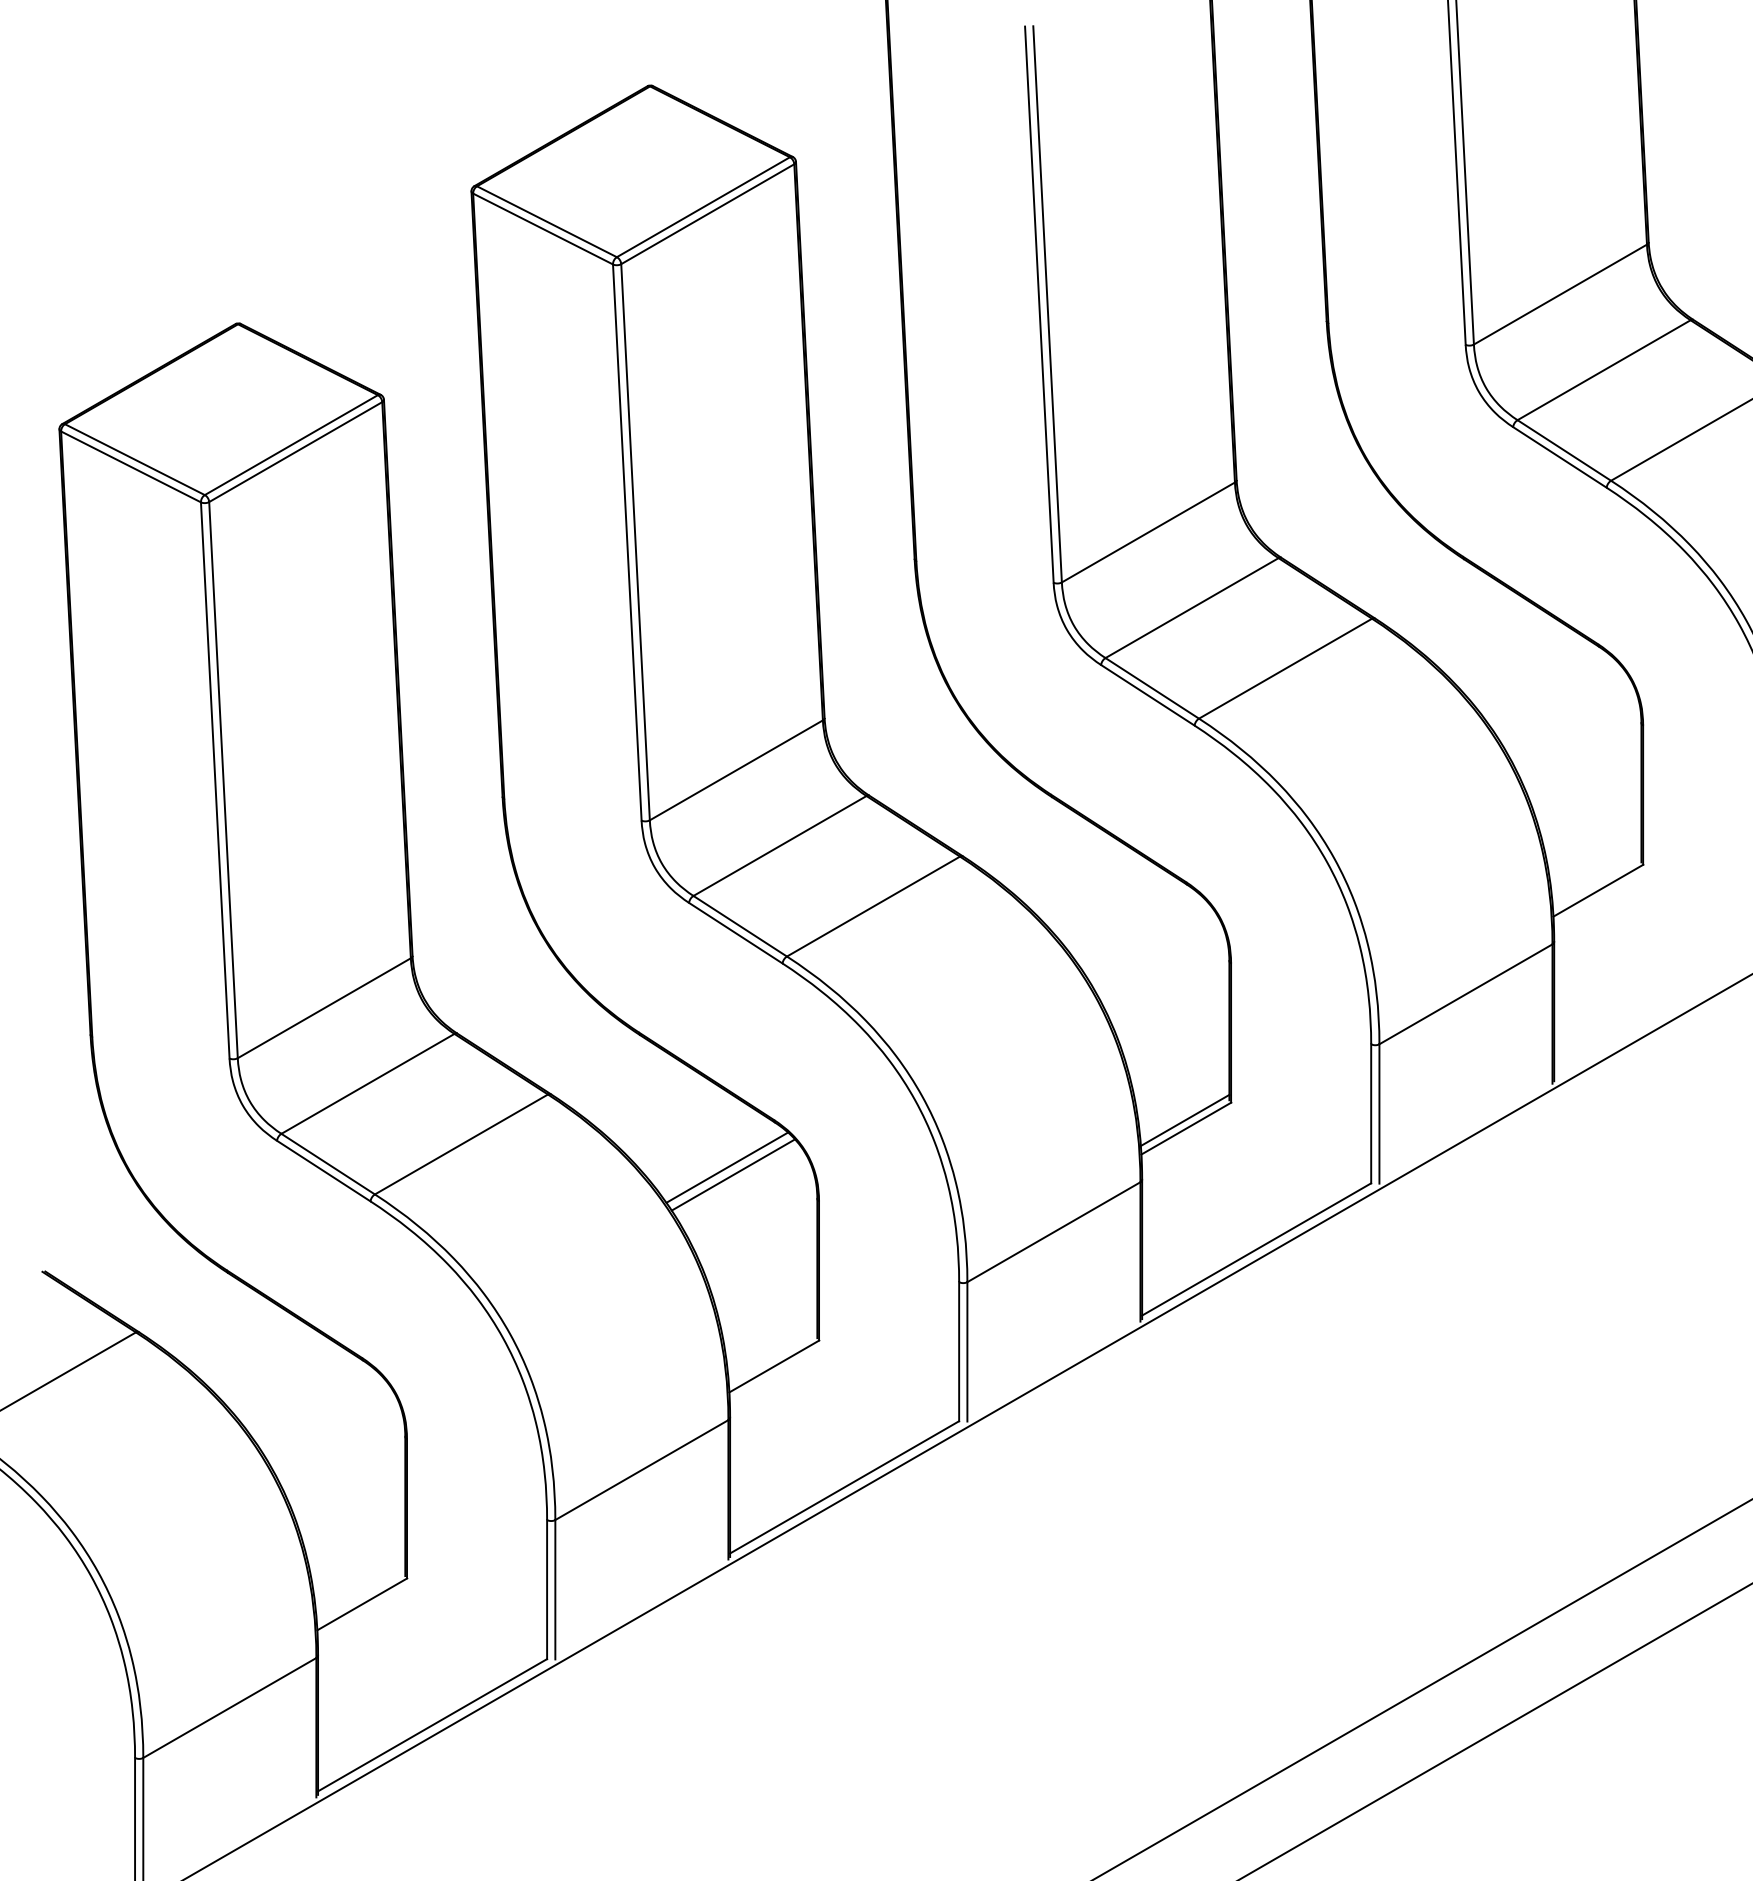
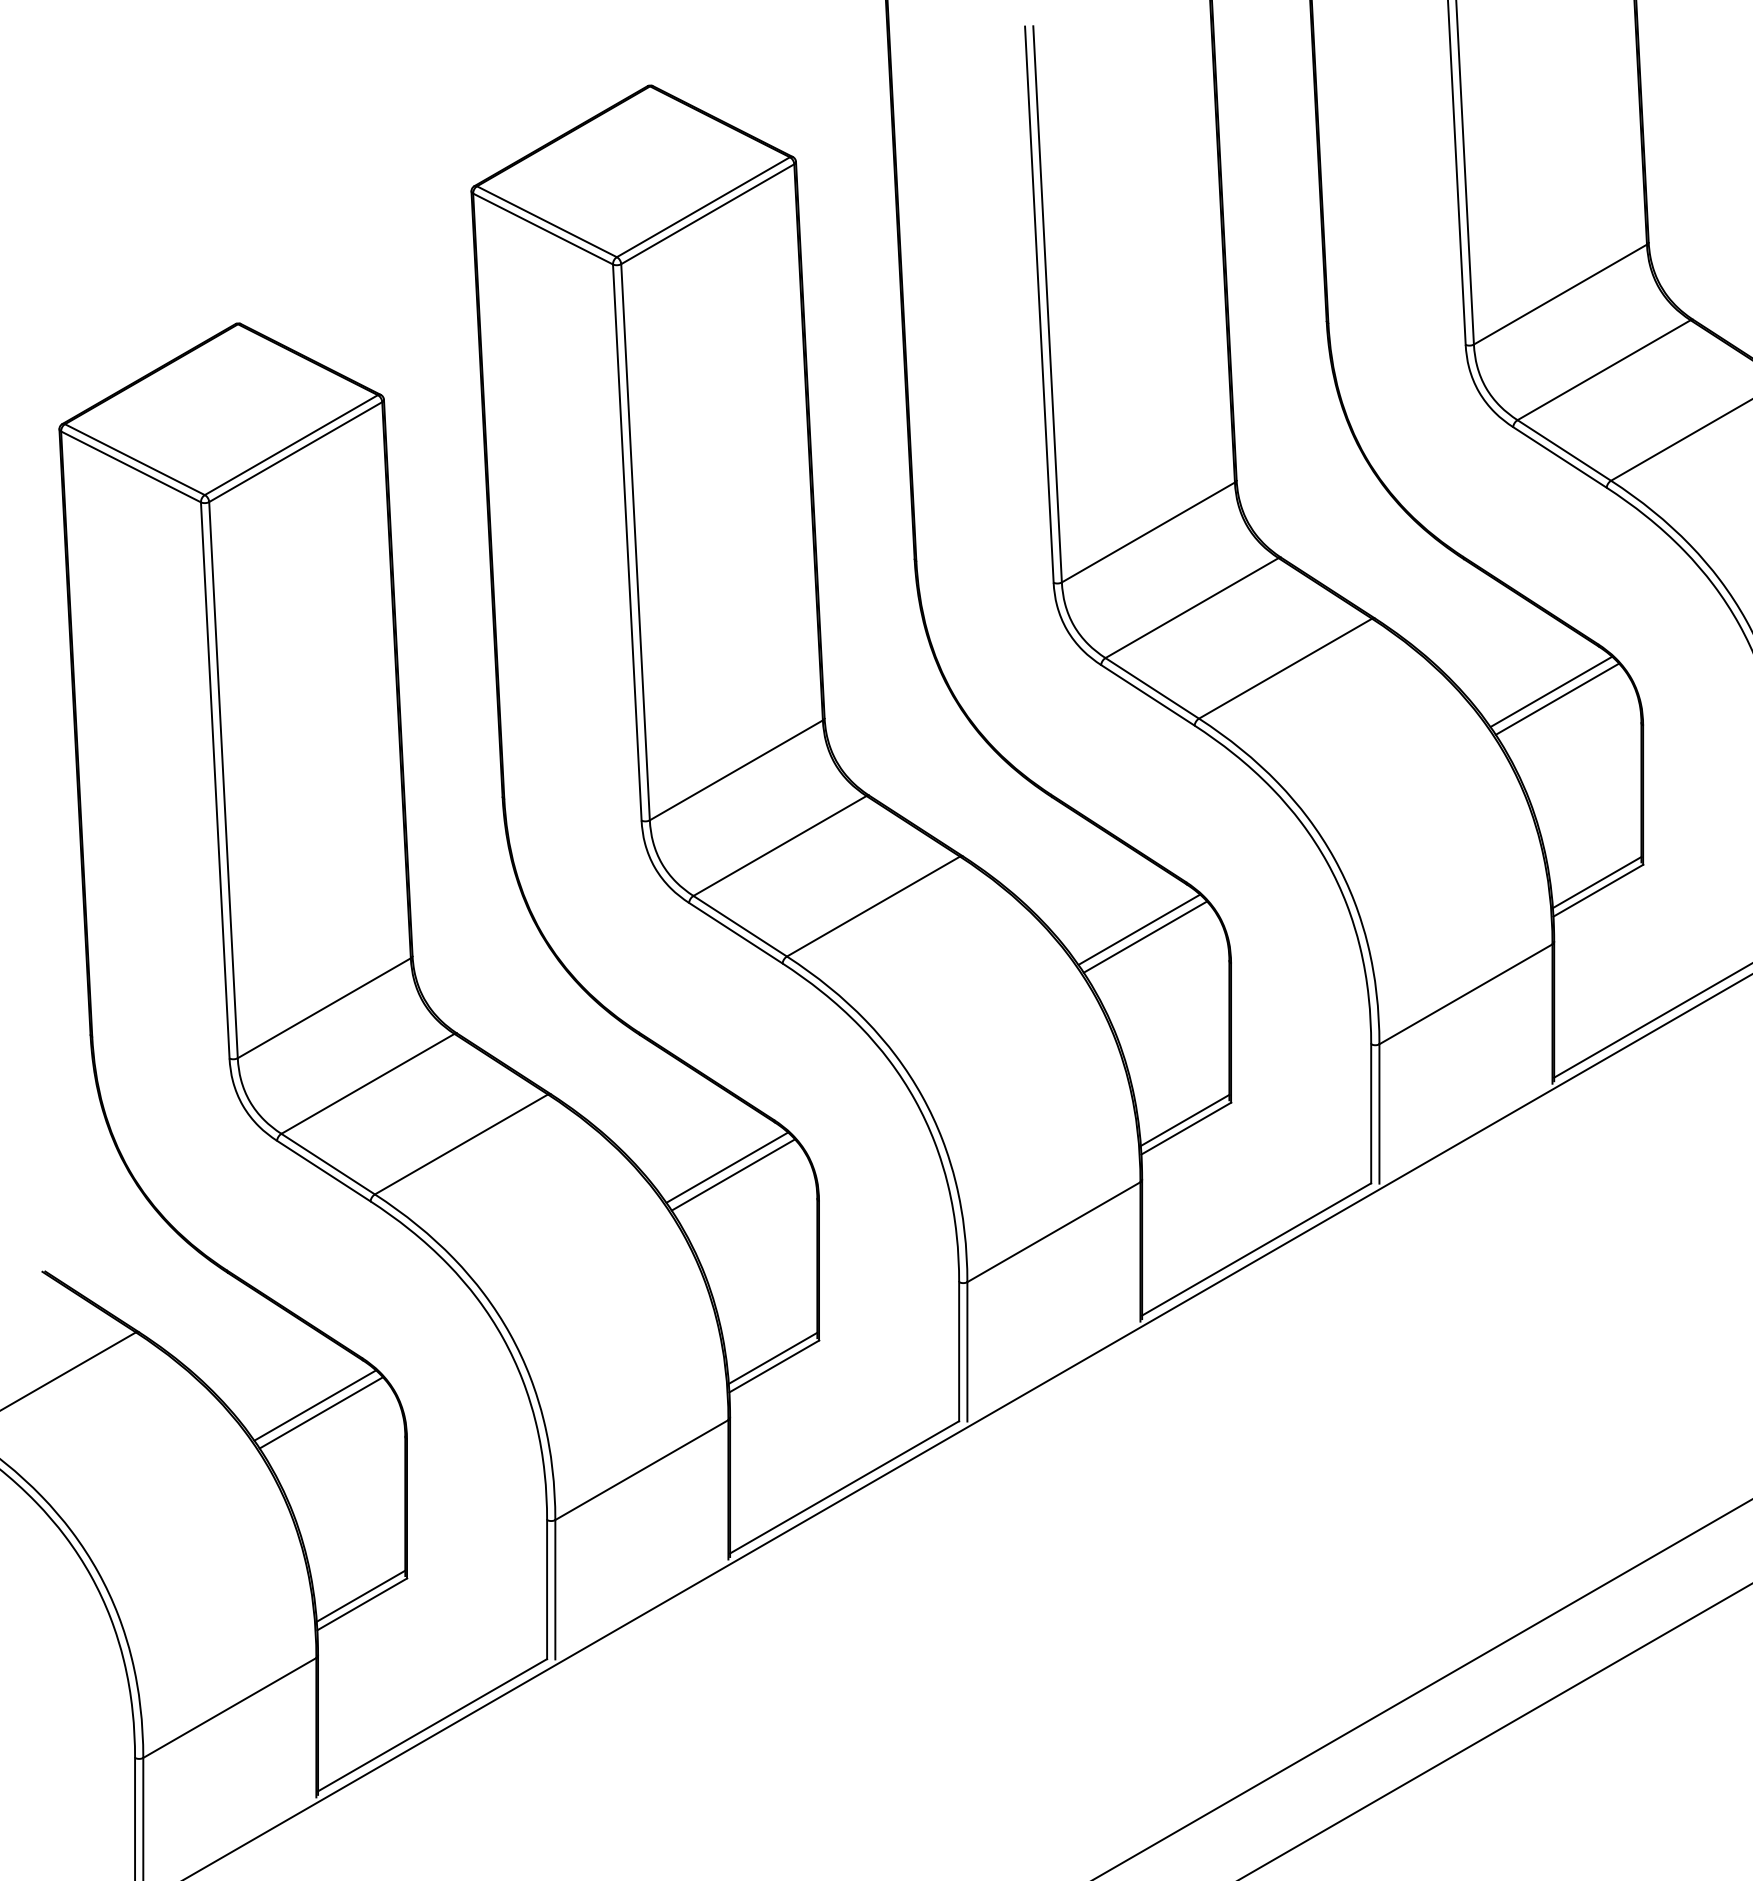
line at (1551, 691): none -> present
line at (1557, 698): none -> present
line at (1596, 882): none -> present
line at (1139, 929): none -> present
line at (1145, 936): none -> present
line at (1651, 1021): none -> present
line at (772, 1357): none -> present
line at (315, 1405): none -> present
line at (321, 1412): none -> present
line at (360, 1595): none -> present
